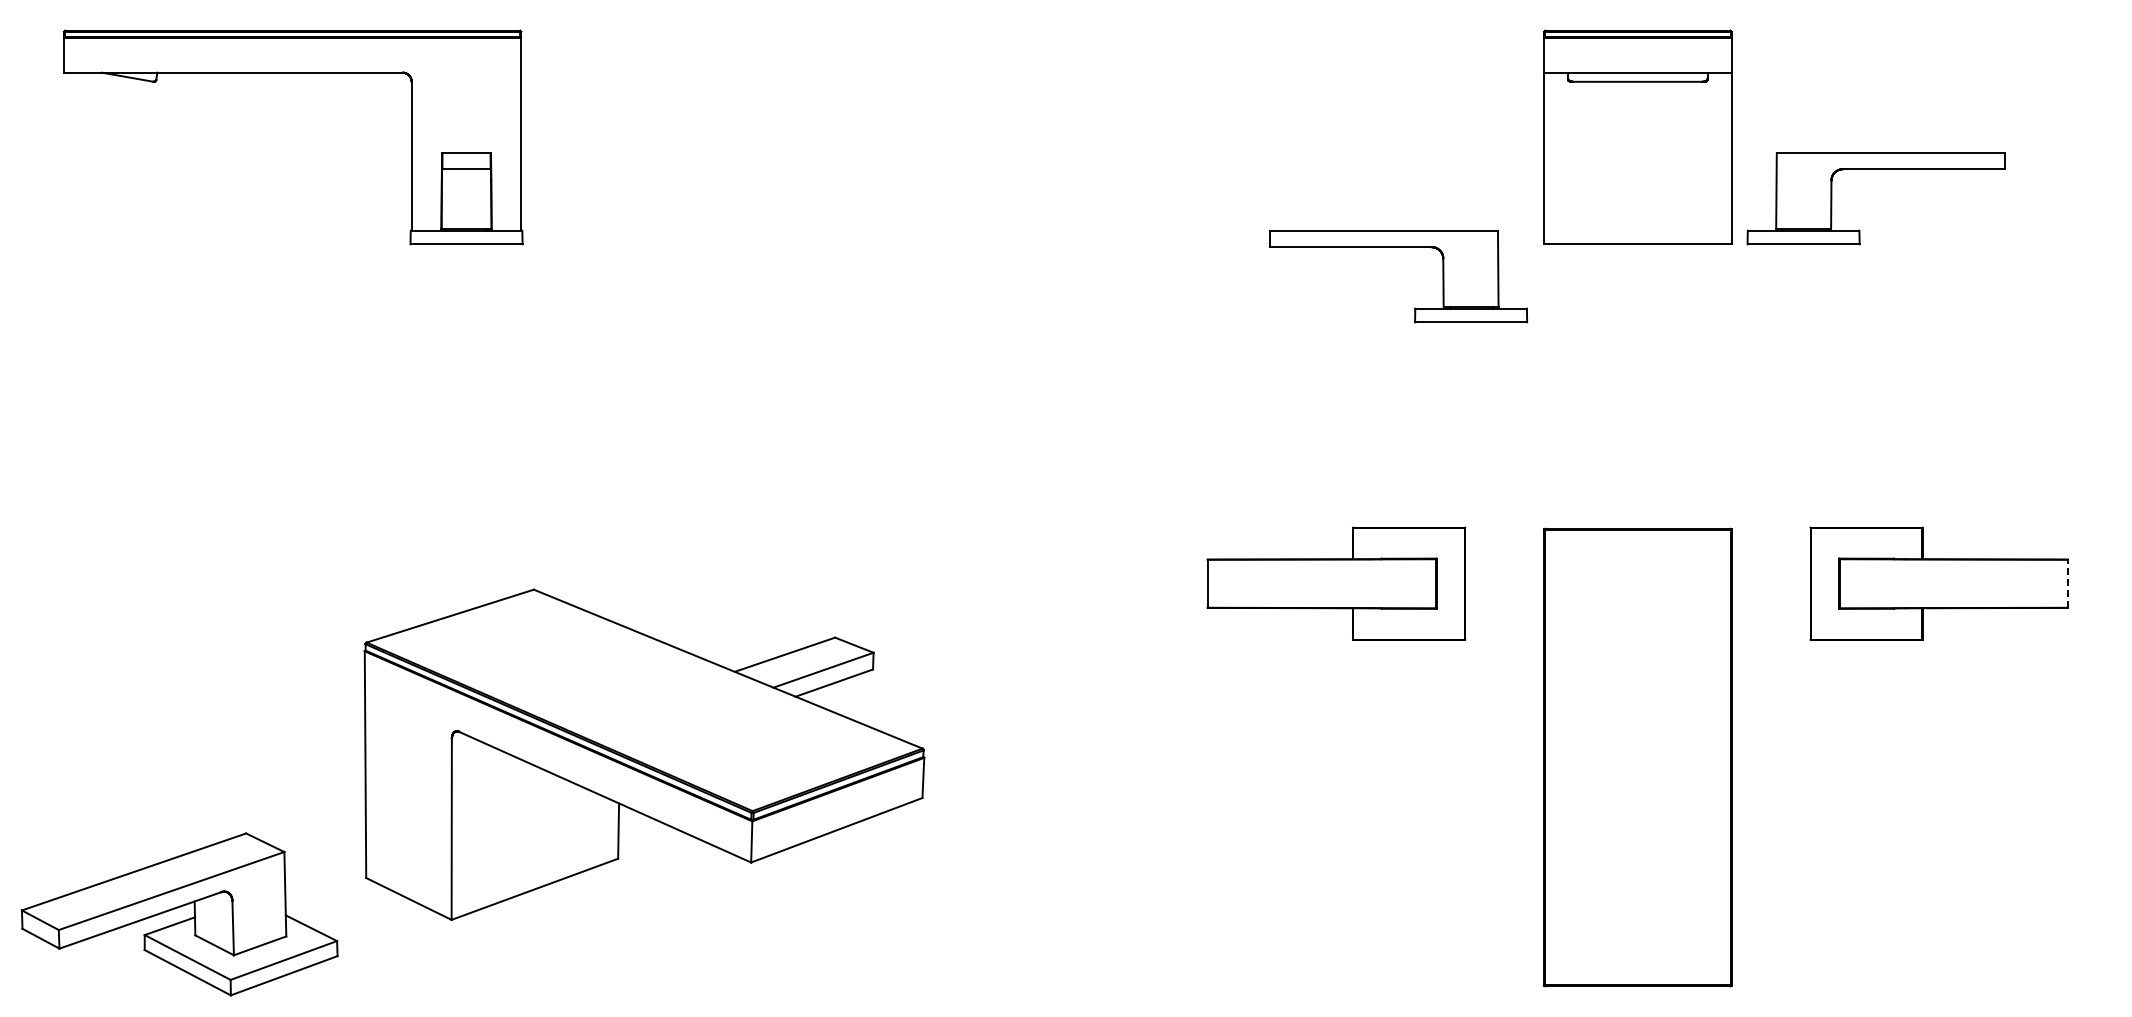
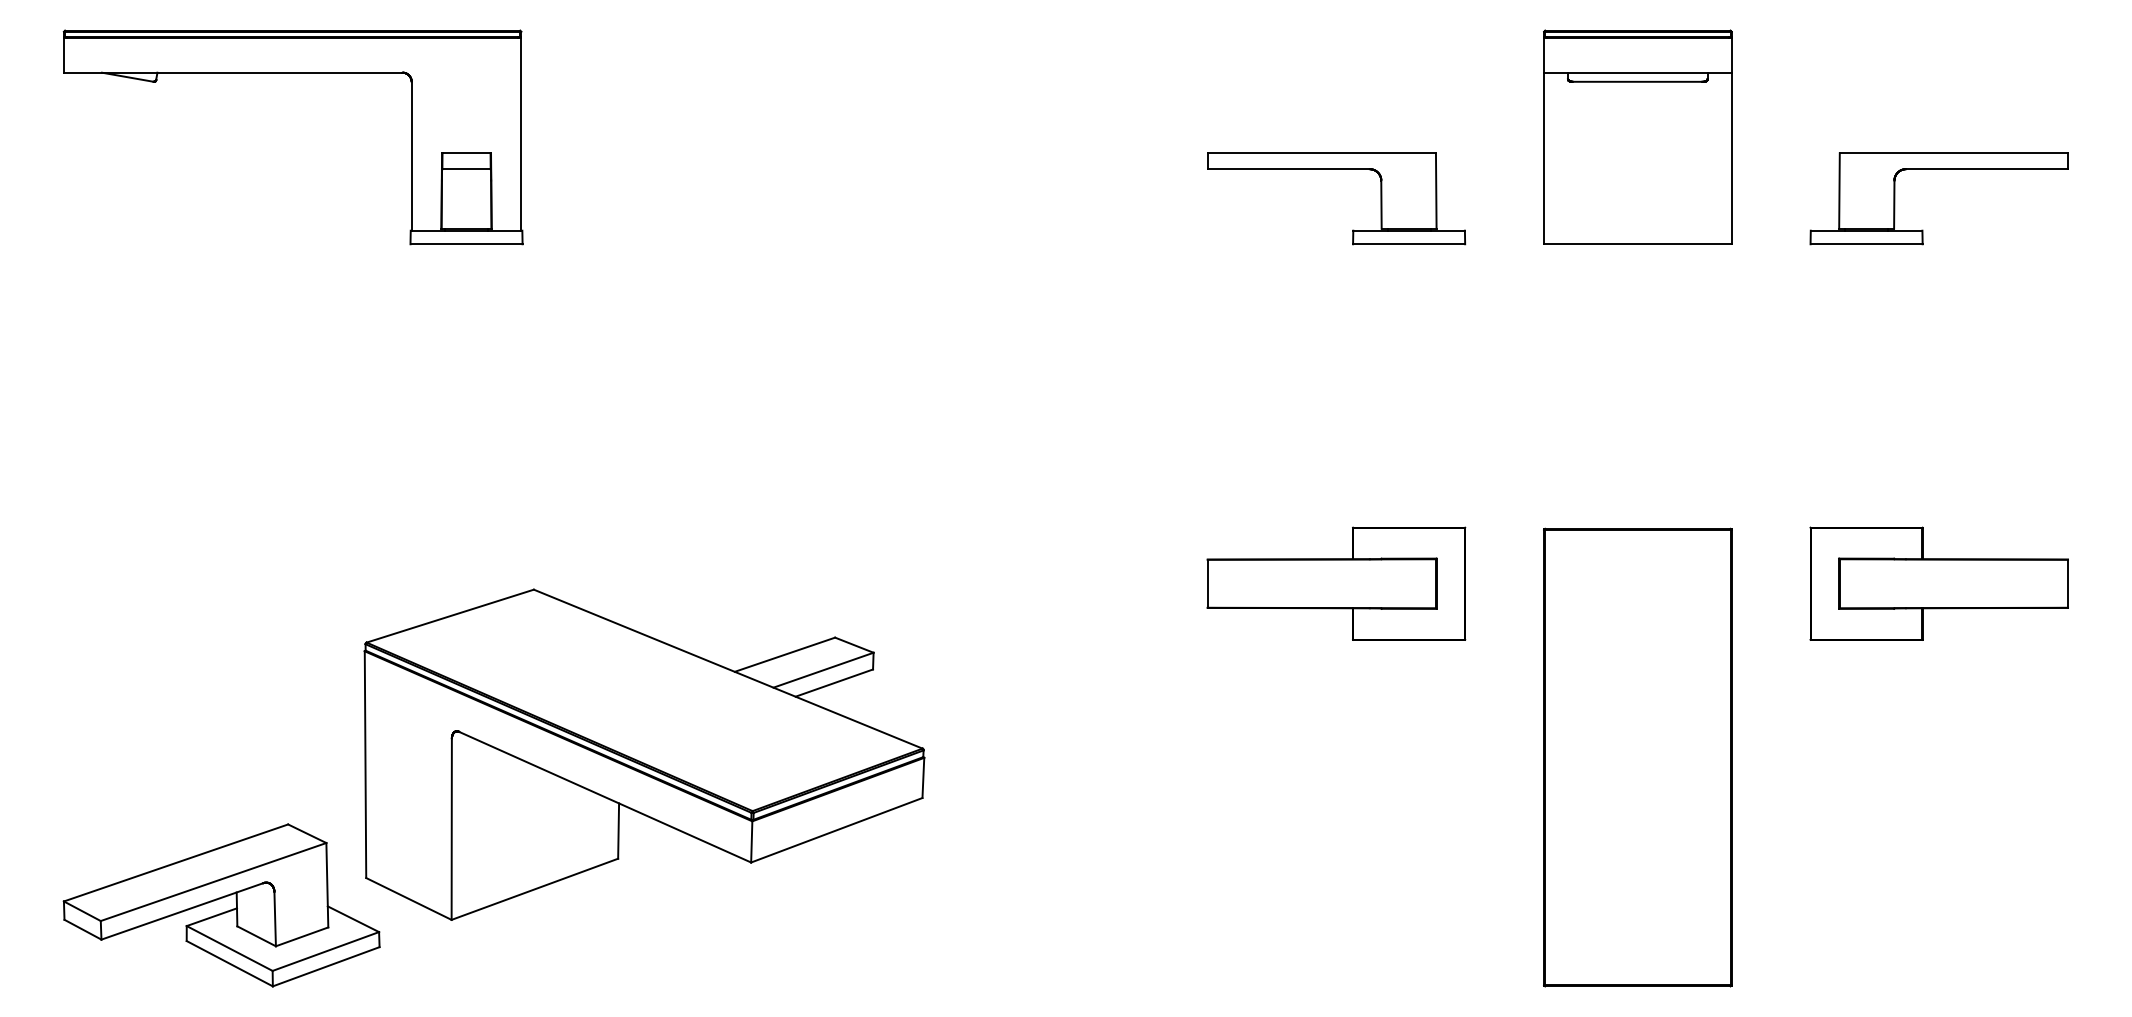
part at (1875, 169) position: (1875, 169) -> (1938, 169)
part at (1398, 247) position: (1398, 247) -> (1336, 169)
line at (2068, 583): dashed -> solid
part at (178, 908) position: (178, 908) -> (220, 899)
